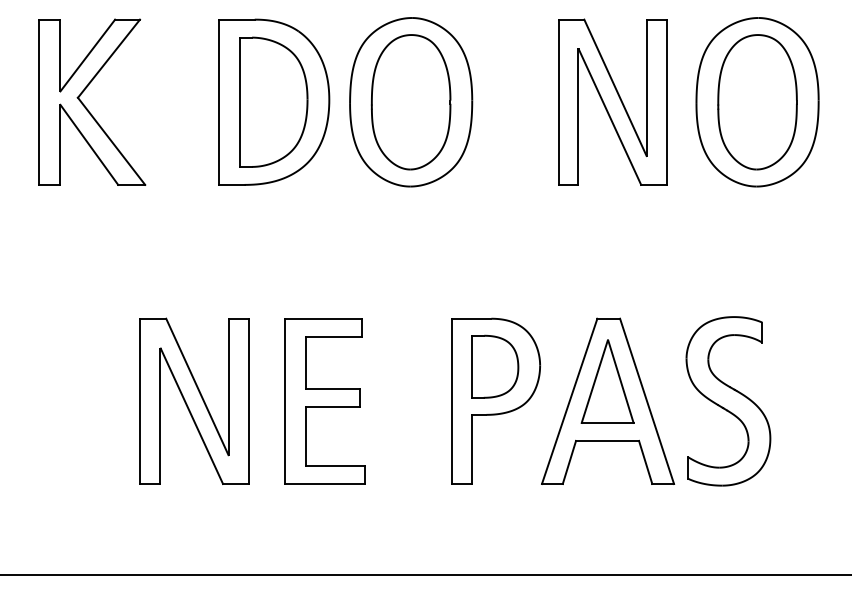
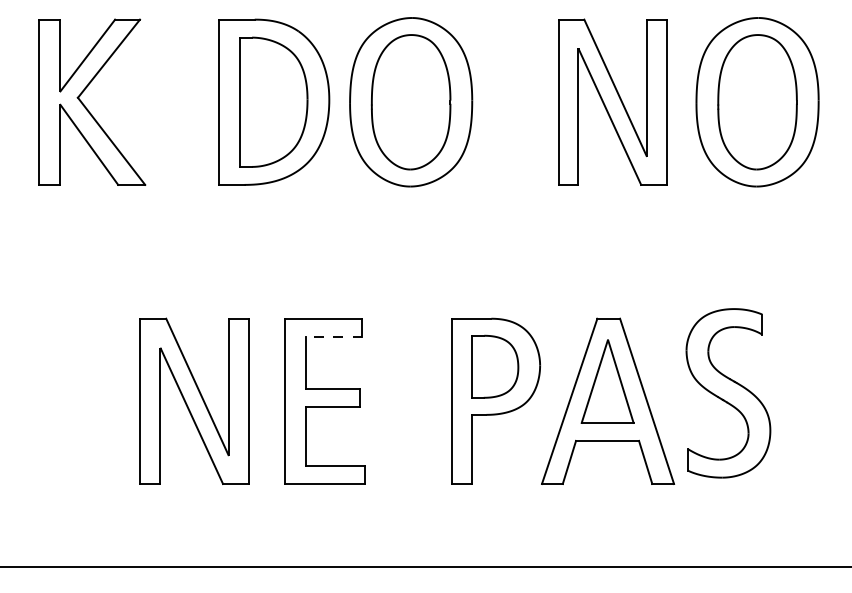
line at (333, 336): solid -> dashed
part at (728, 401) position: (728, 401) -> (728, 393)
line at (425, 574) position: (425, 574) -> (425, 566)
